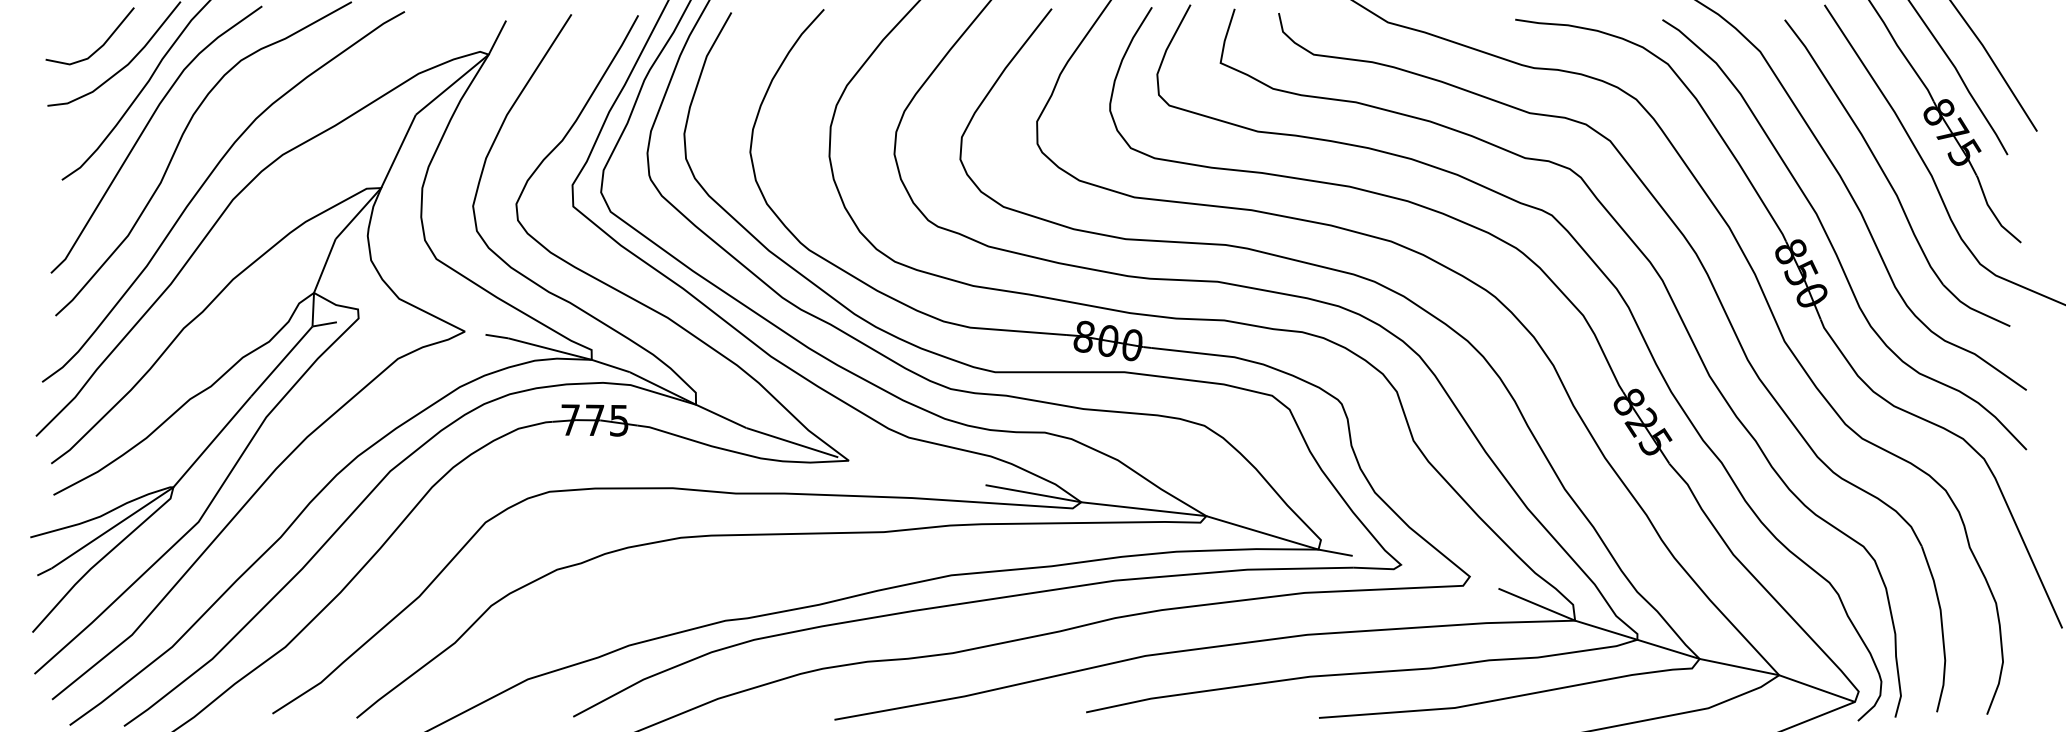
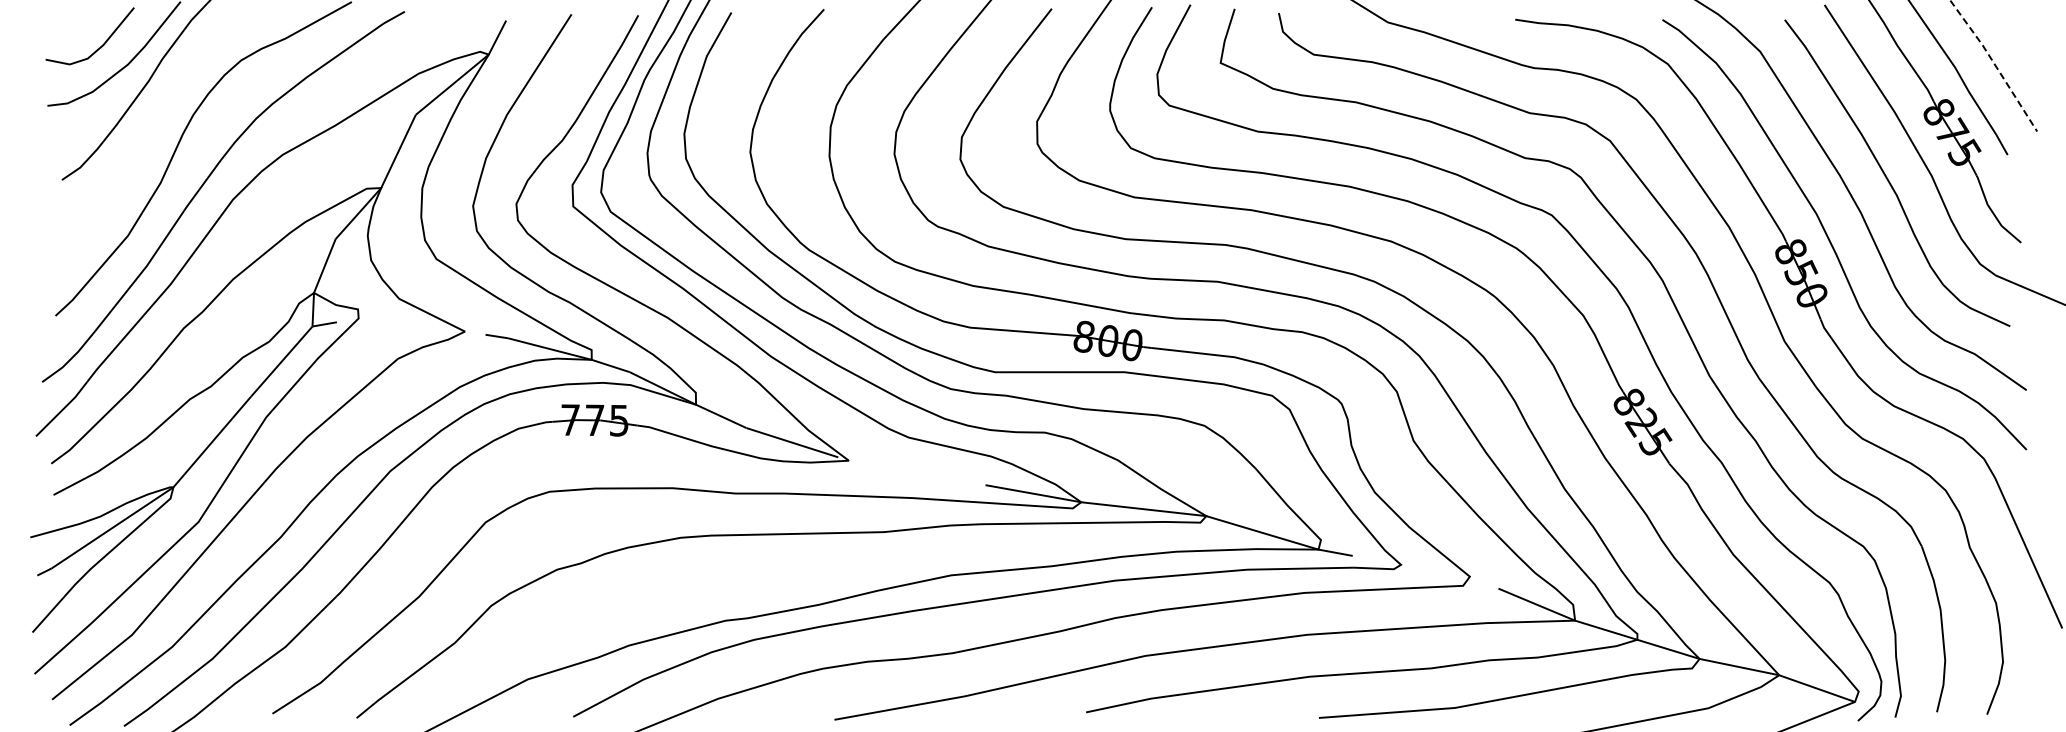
line at (1994, 64): solid -> dashed
curve at (144, 131): present -> none
